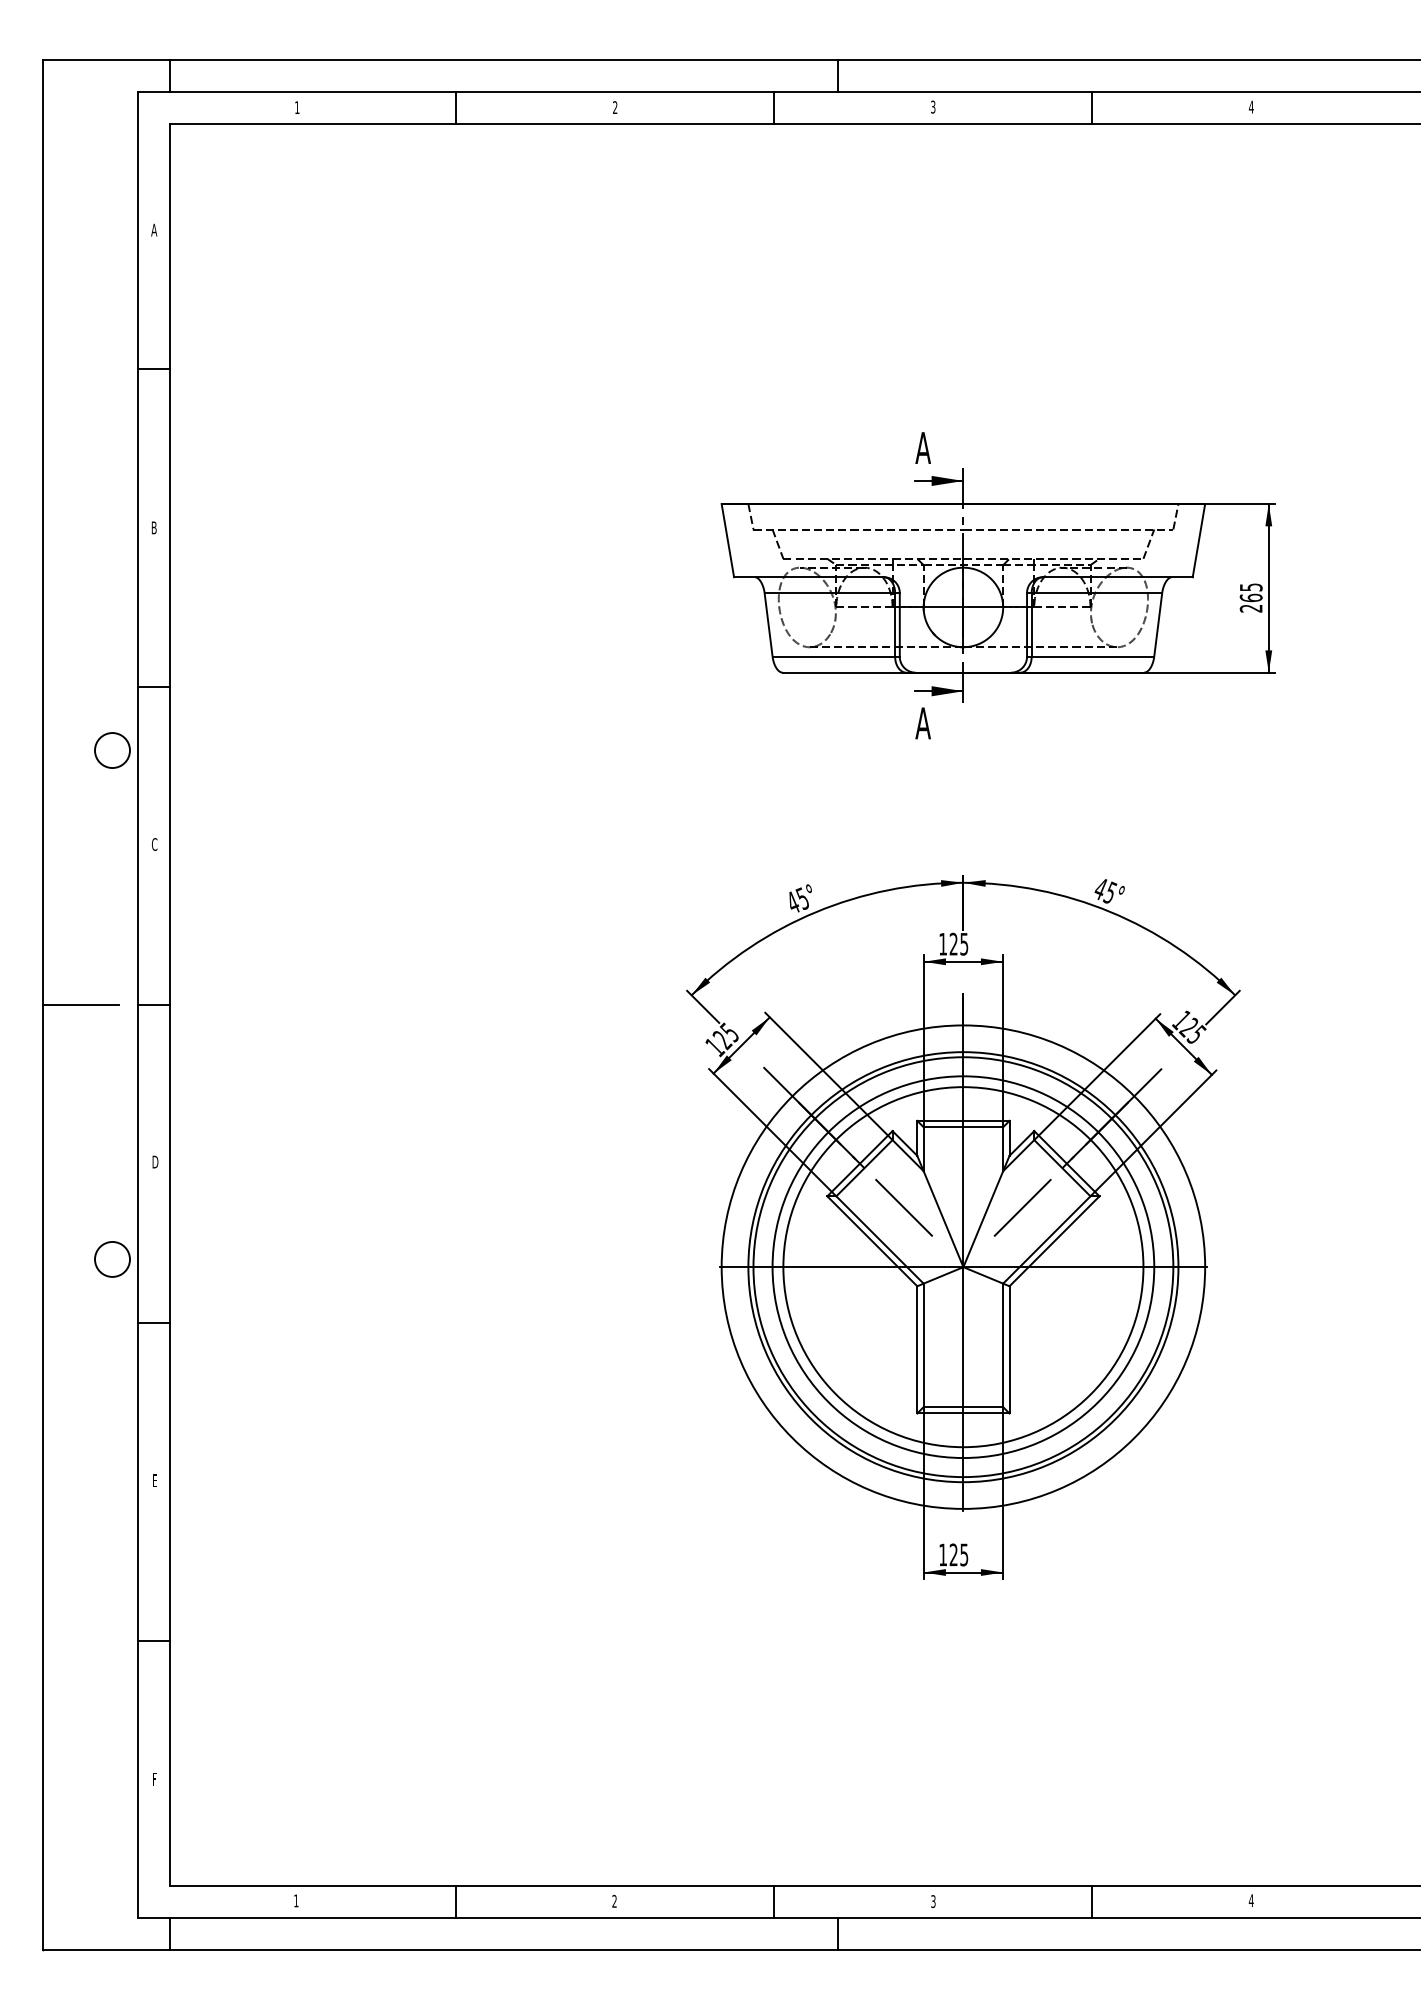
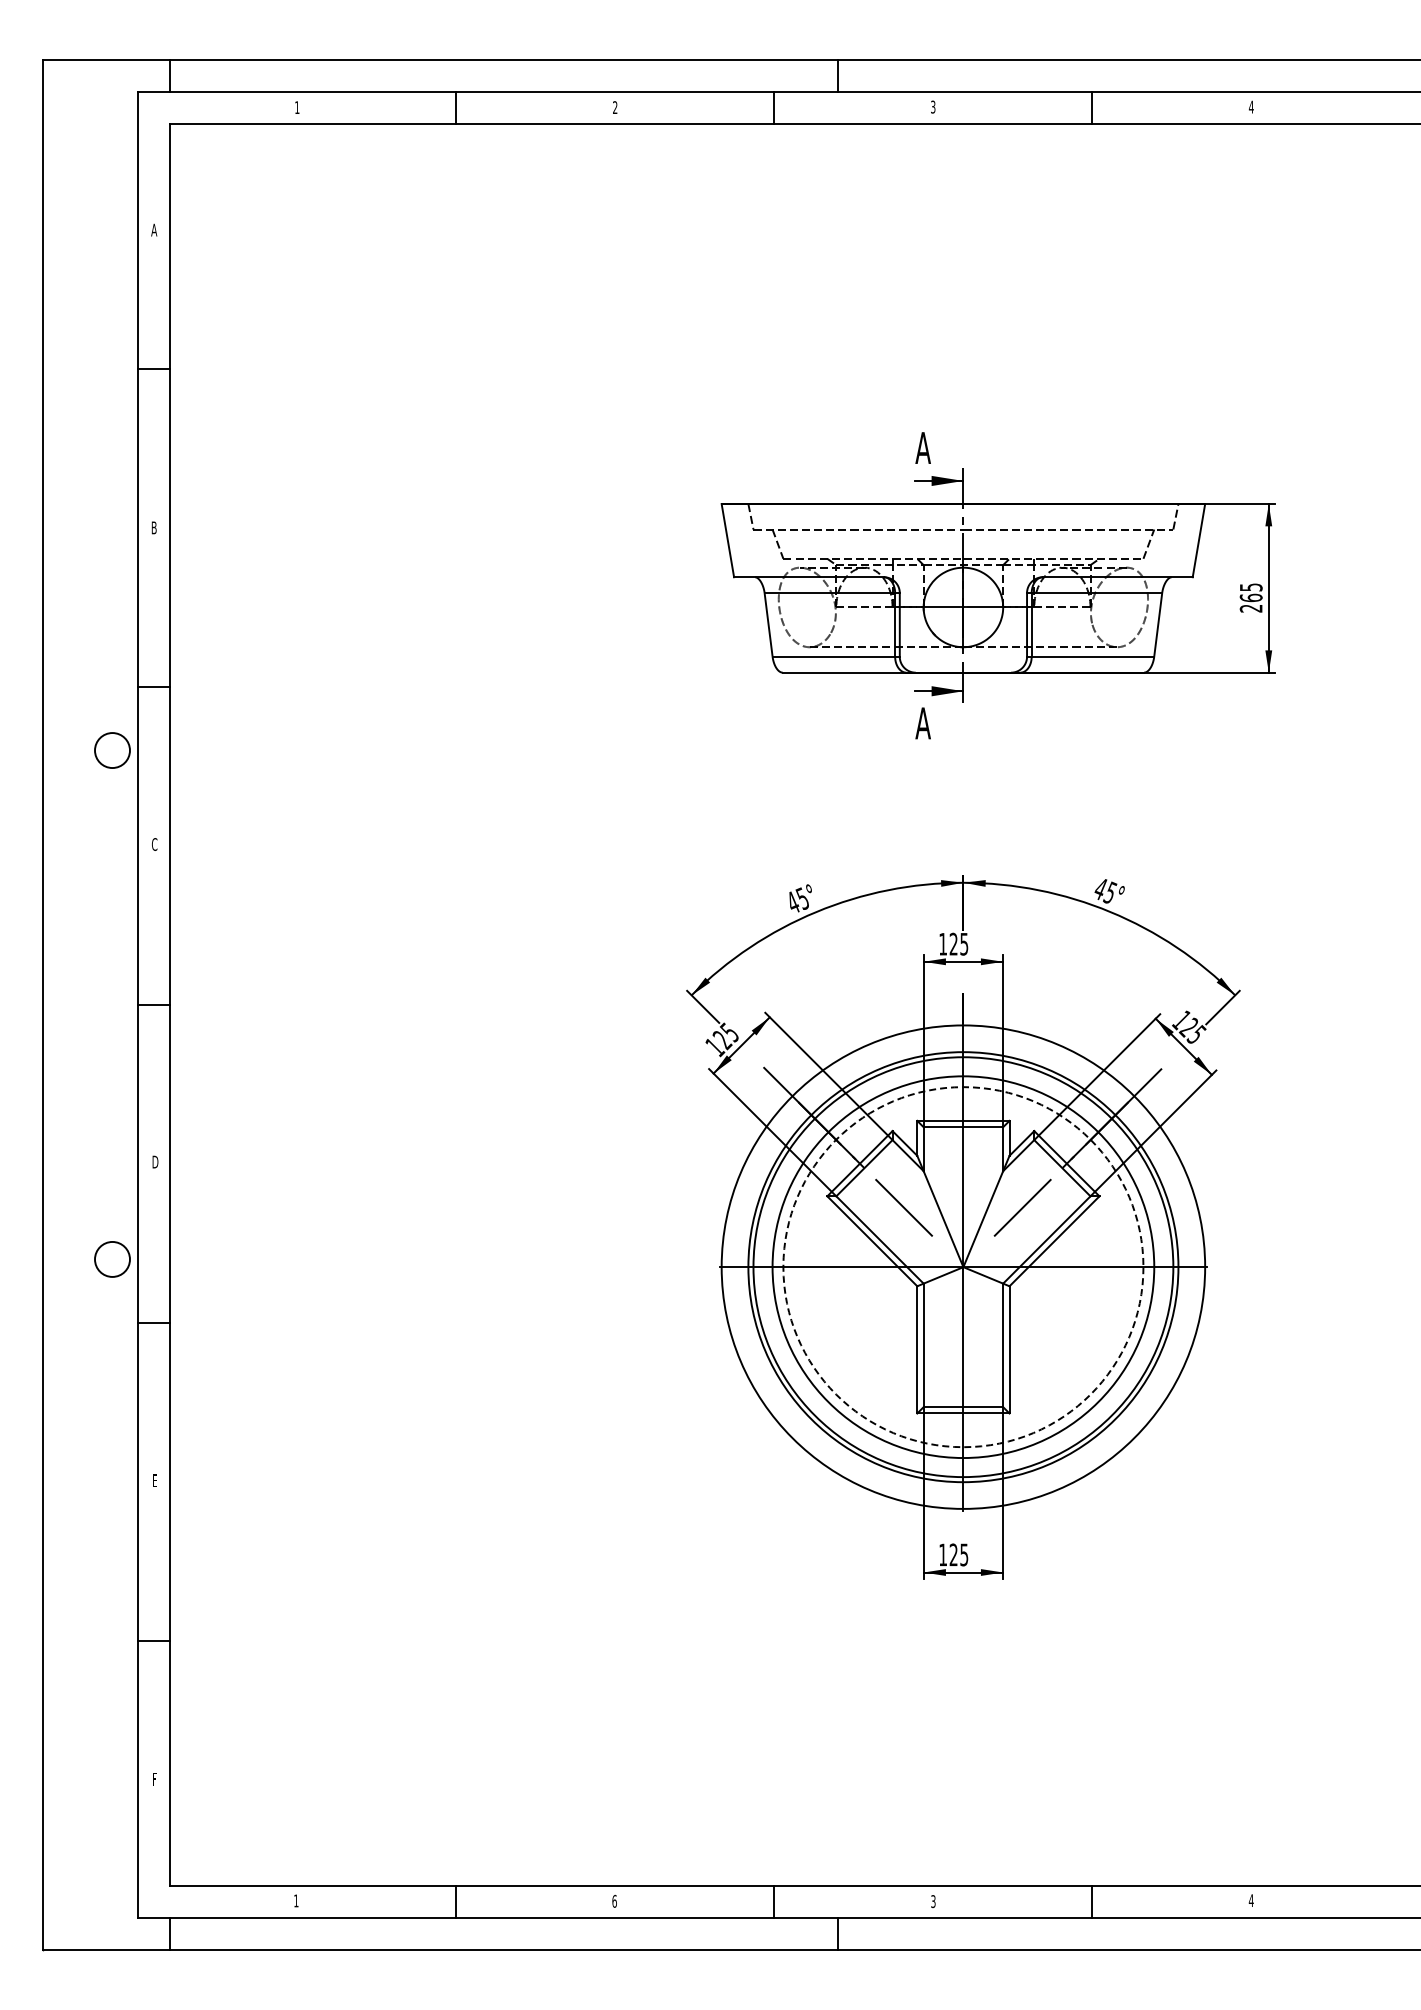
line at (80, 1005): present -> none
circle at (963, 1267): solid -> dashed
text at (614, 1900): 2 -> 6
